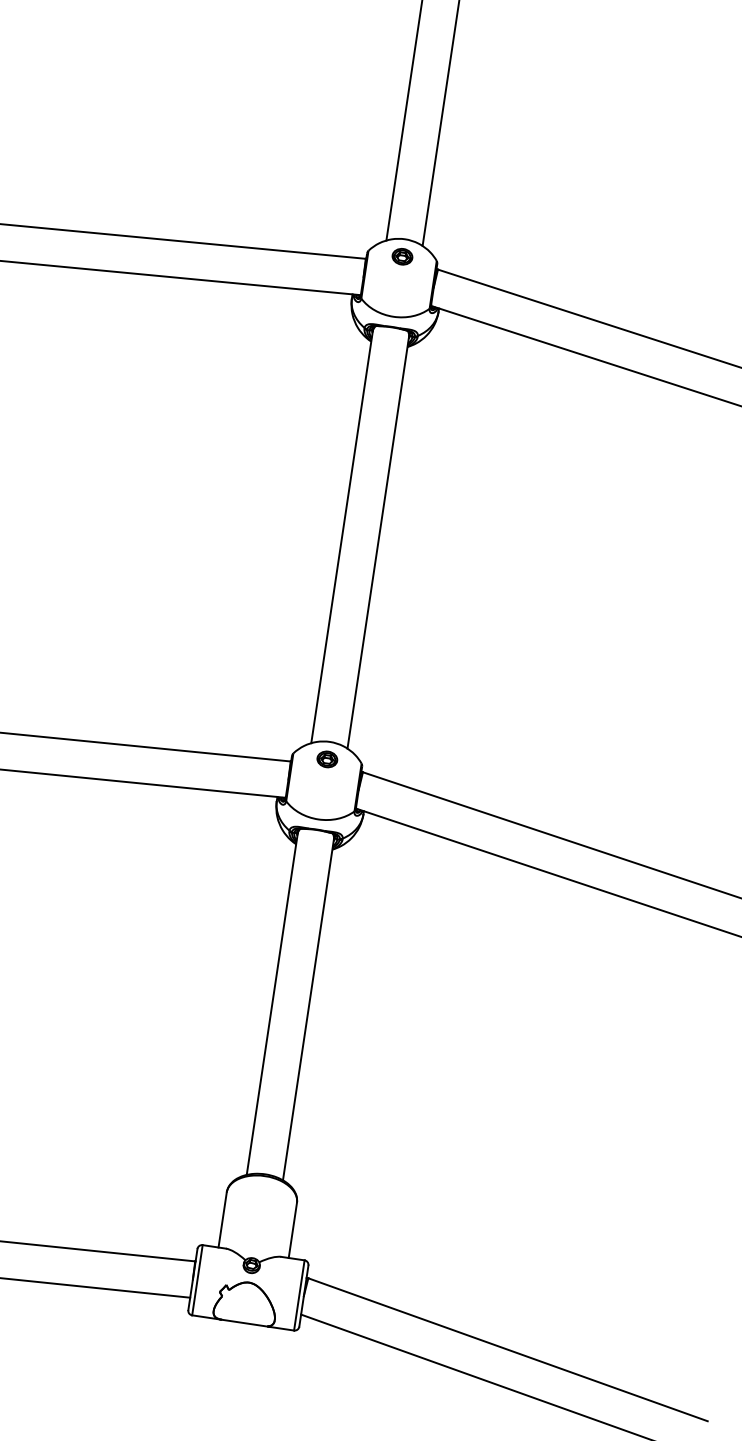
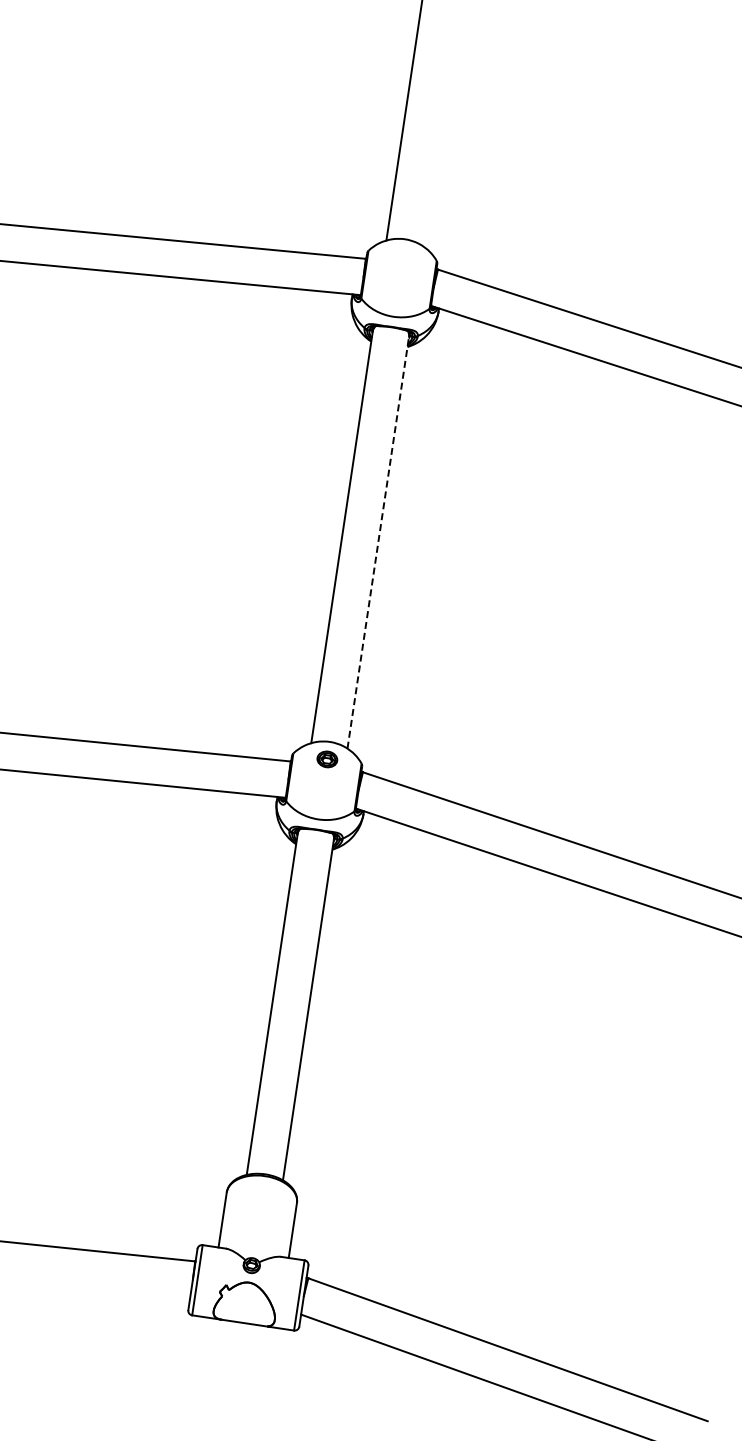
line at (440, 123): present -> none
part at (402, 256): present -> none
line at (378, 541): solid -> dashed
line at (96, 1287): present -> none
